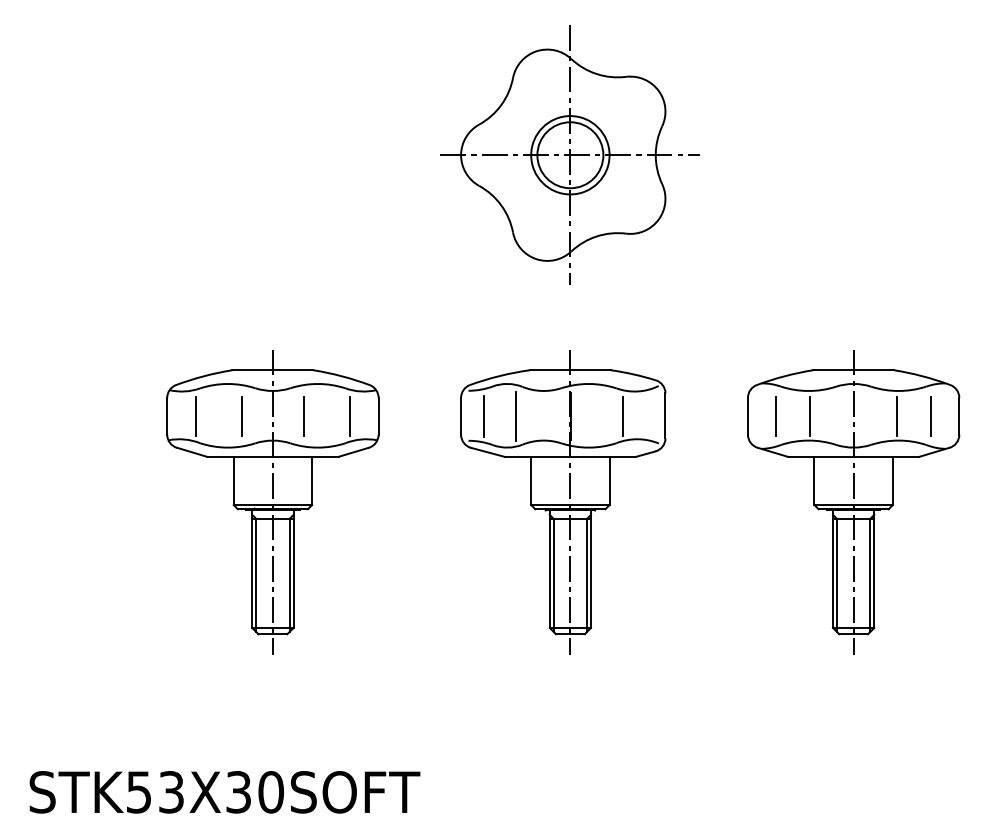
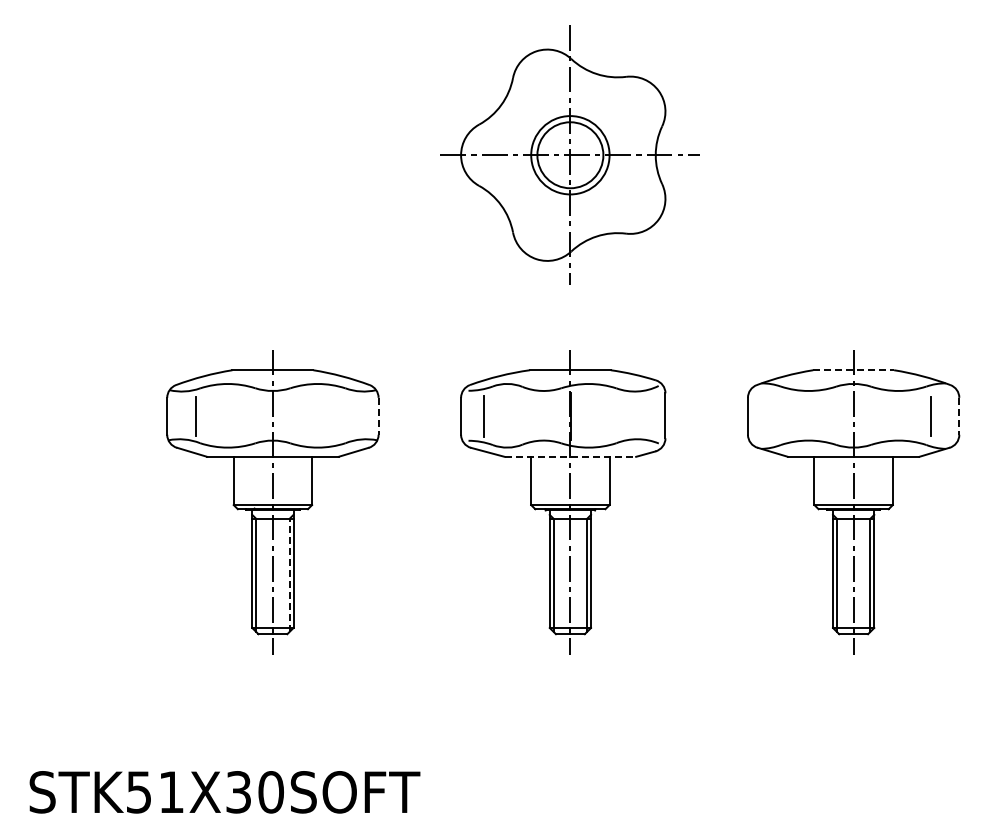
line at (854, 370): solid -> dashed
line at (241, 416): present -> none
line at (303, 416): present -> none
line at (350, 416): present -> none
line at (378, 416): solid -> dashed
line at (516, 416): present -> none
line at (622, 416): present -> none
line at (776, 416): present -> none
line at (809, 416): present -> none
line at (897, 416): present -> none
line at (959, 416): solid -> dashed
line at (570, 456): solid -> dashed
line at (289, 575): solid -> dashed
text at (171, 792): STK53X30SOFT -> STK51X30SOFT
